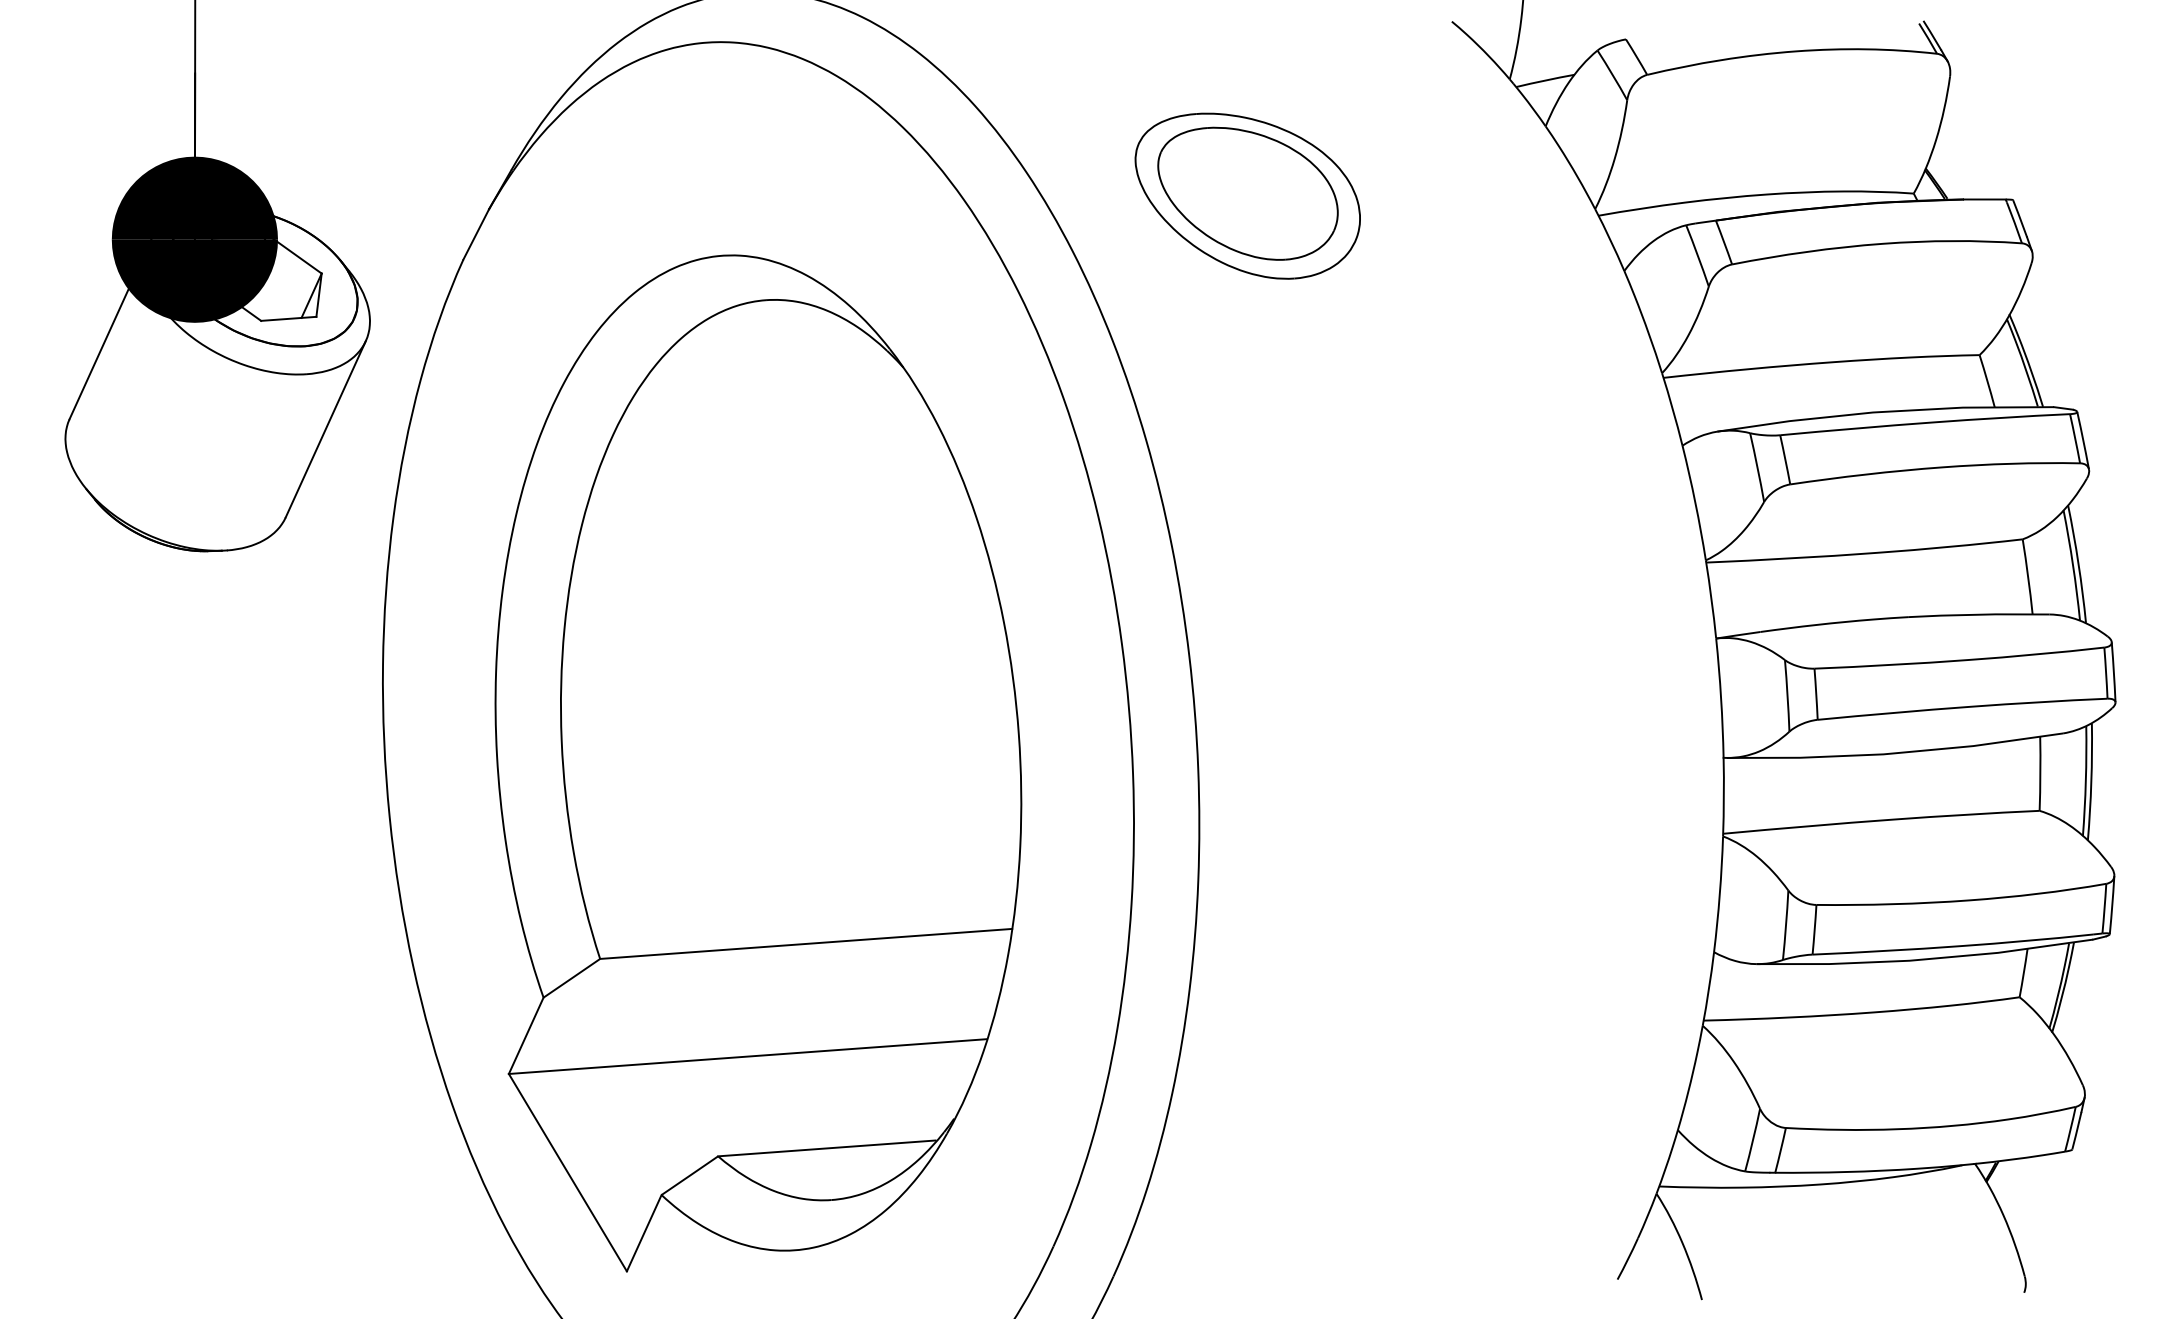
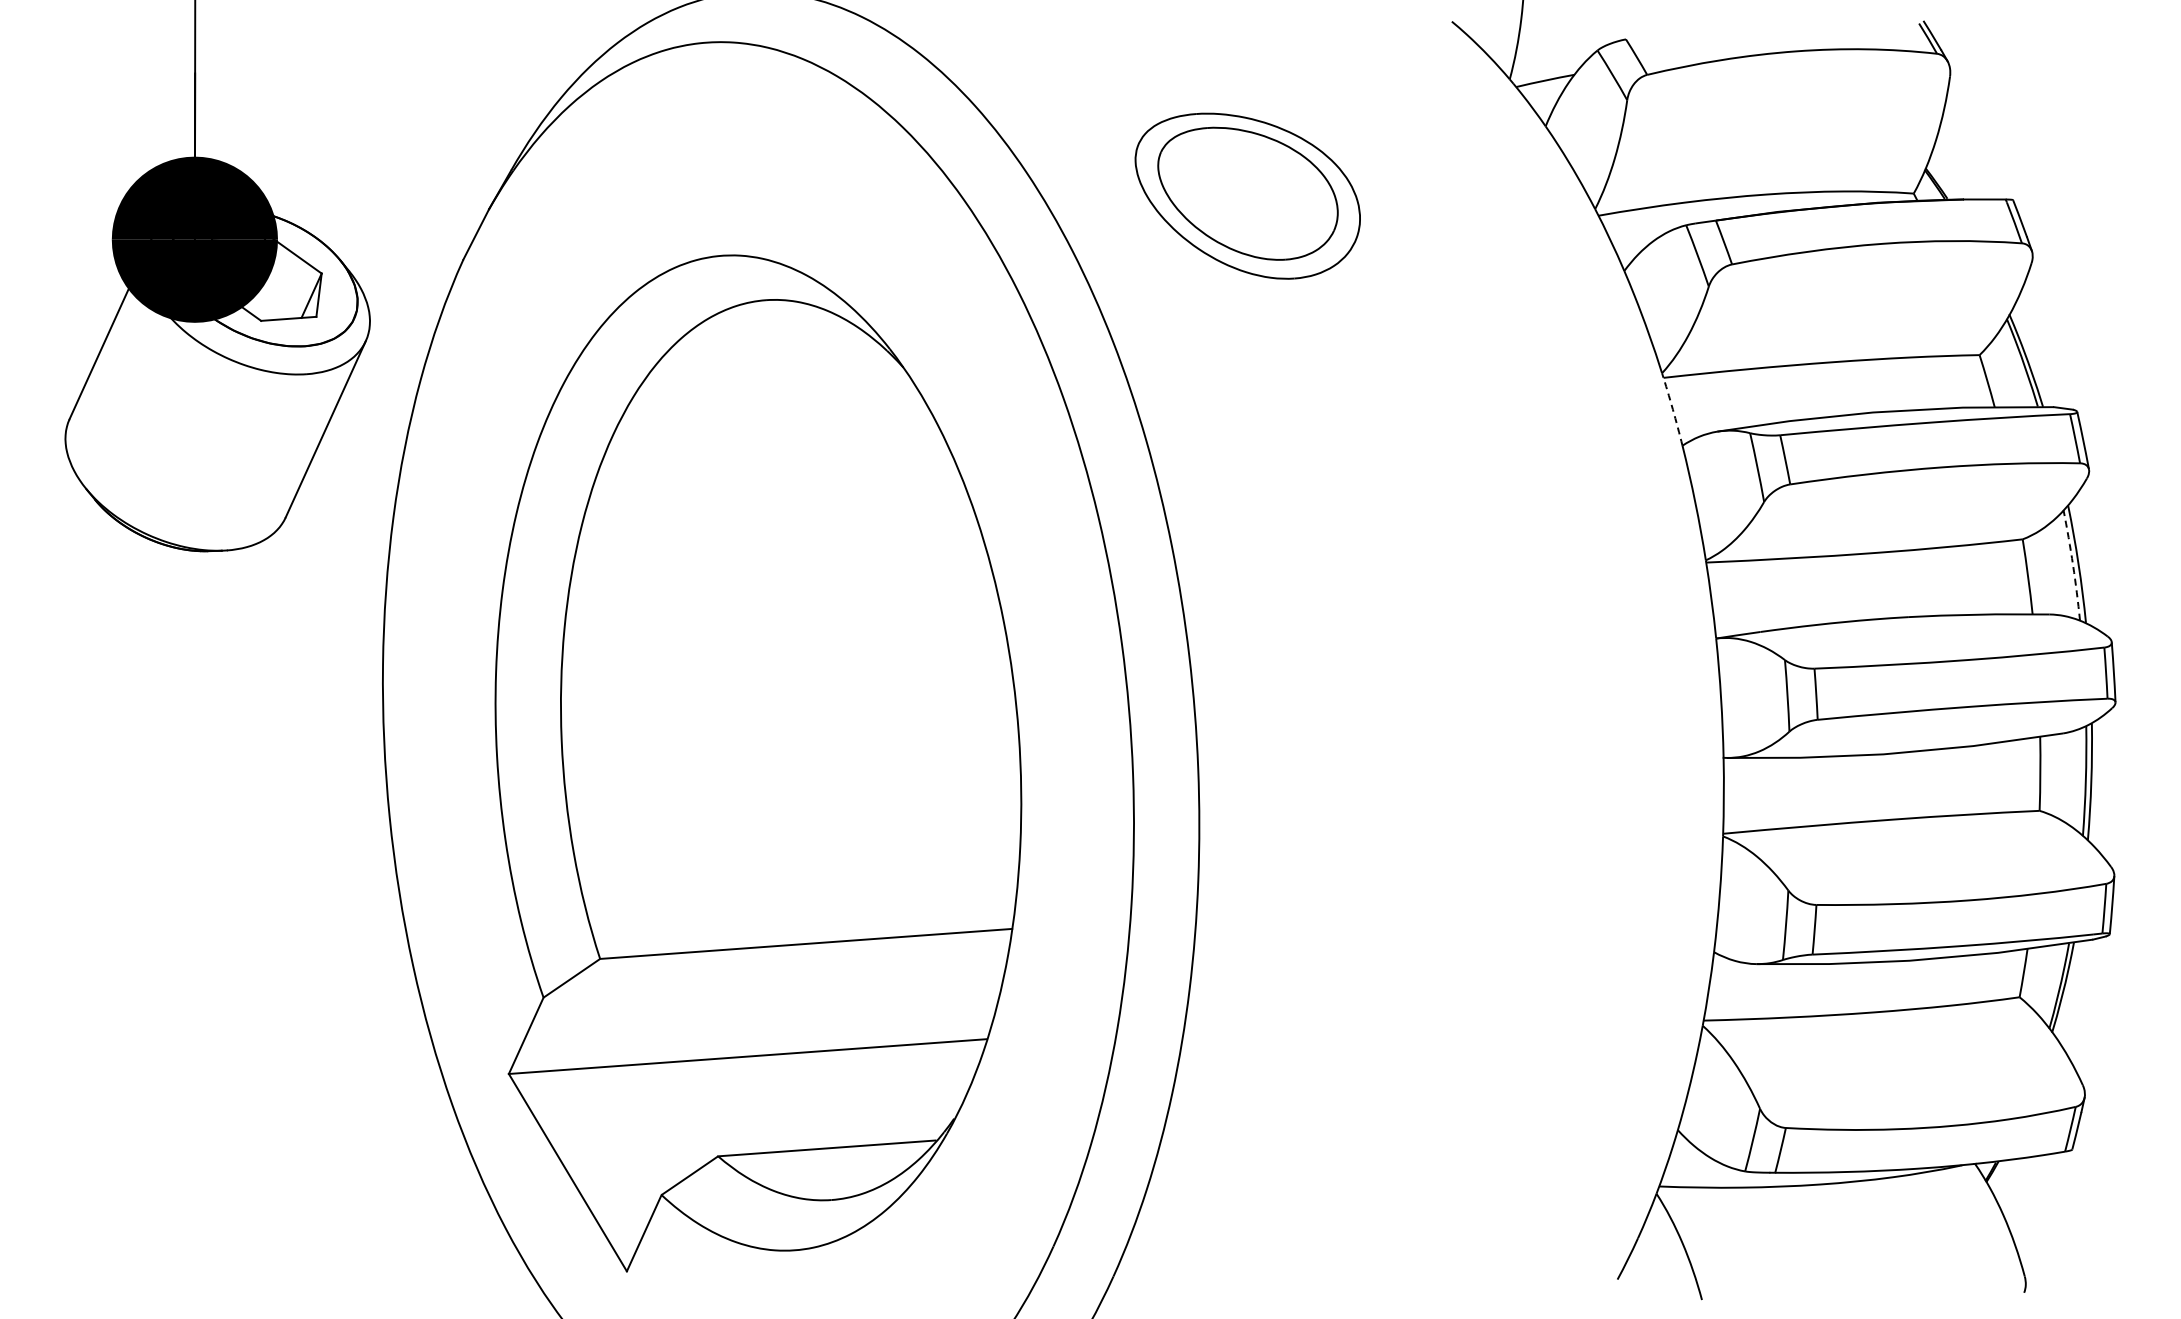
arc at (1672, 409): solid -> dashed
arc at (2073, 565): solid -> dashed
